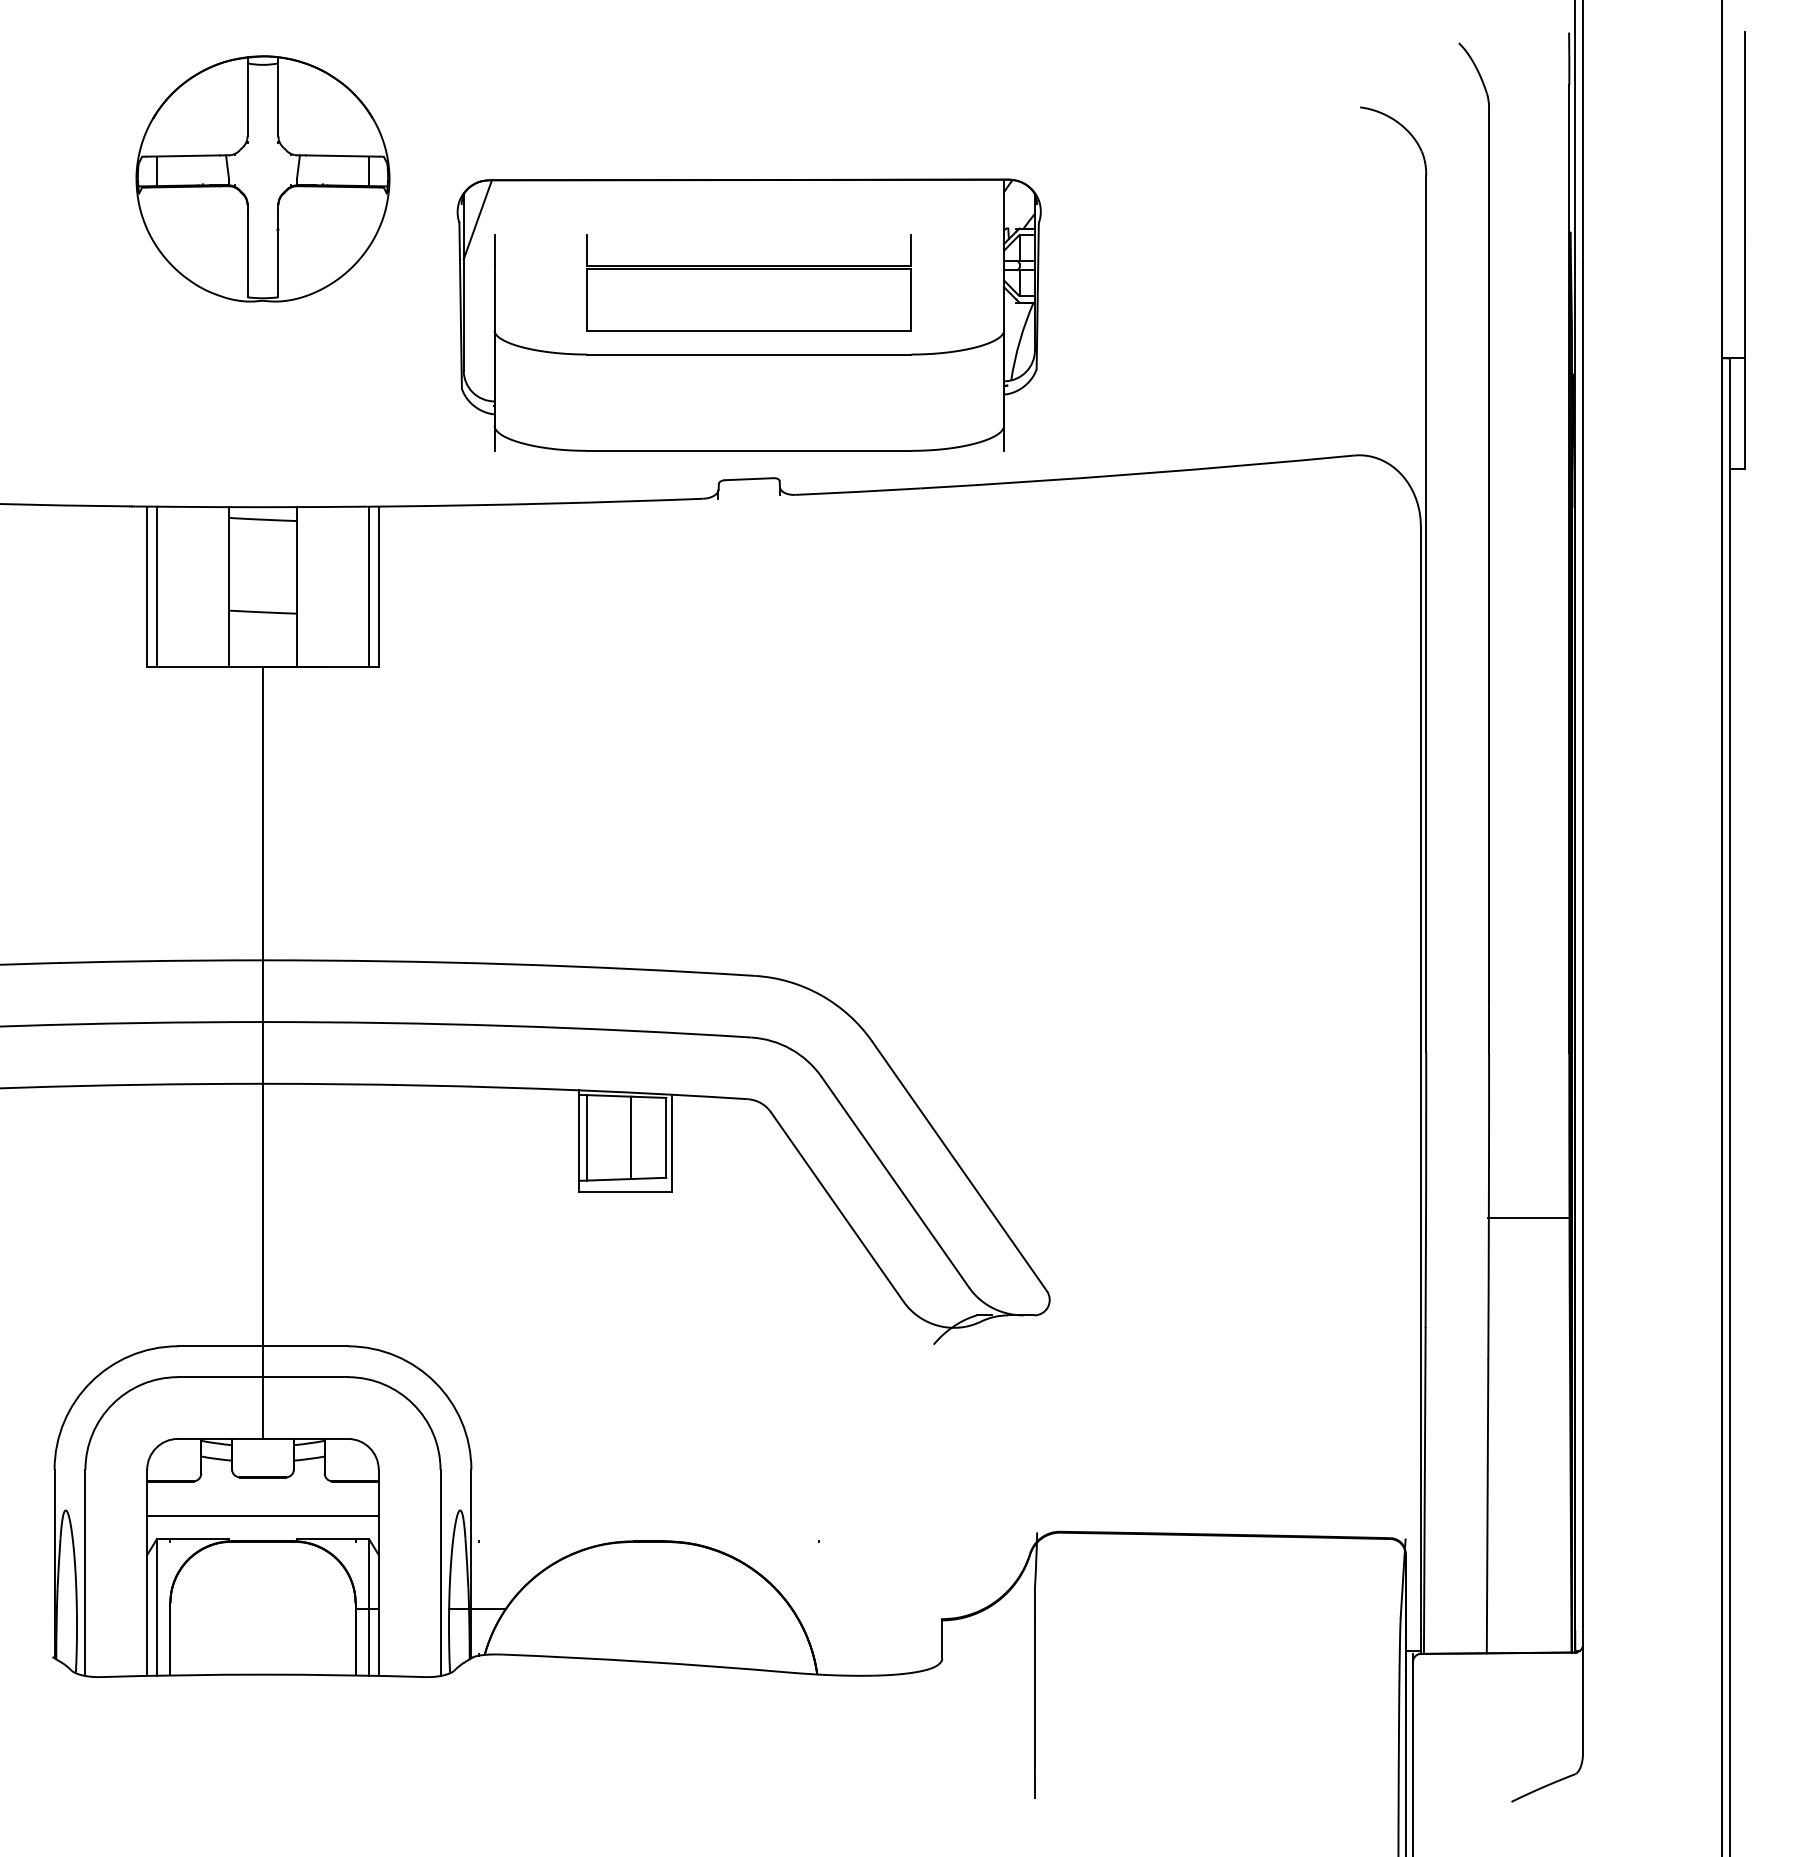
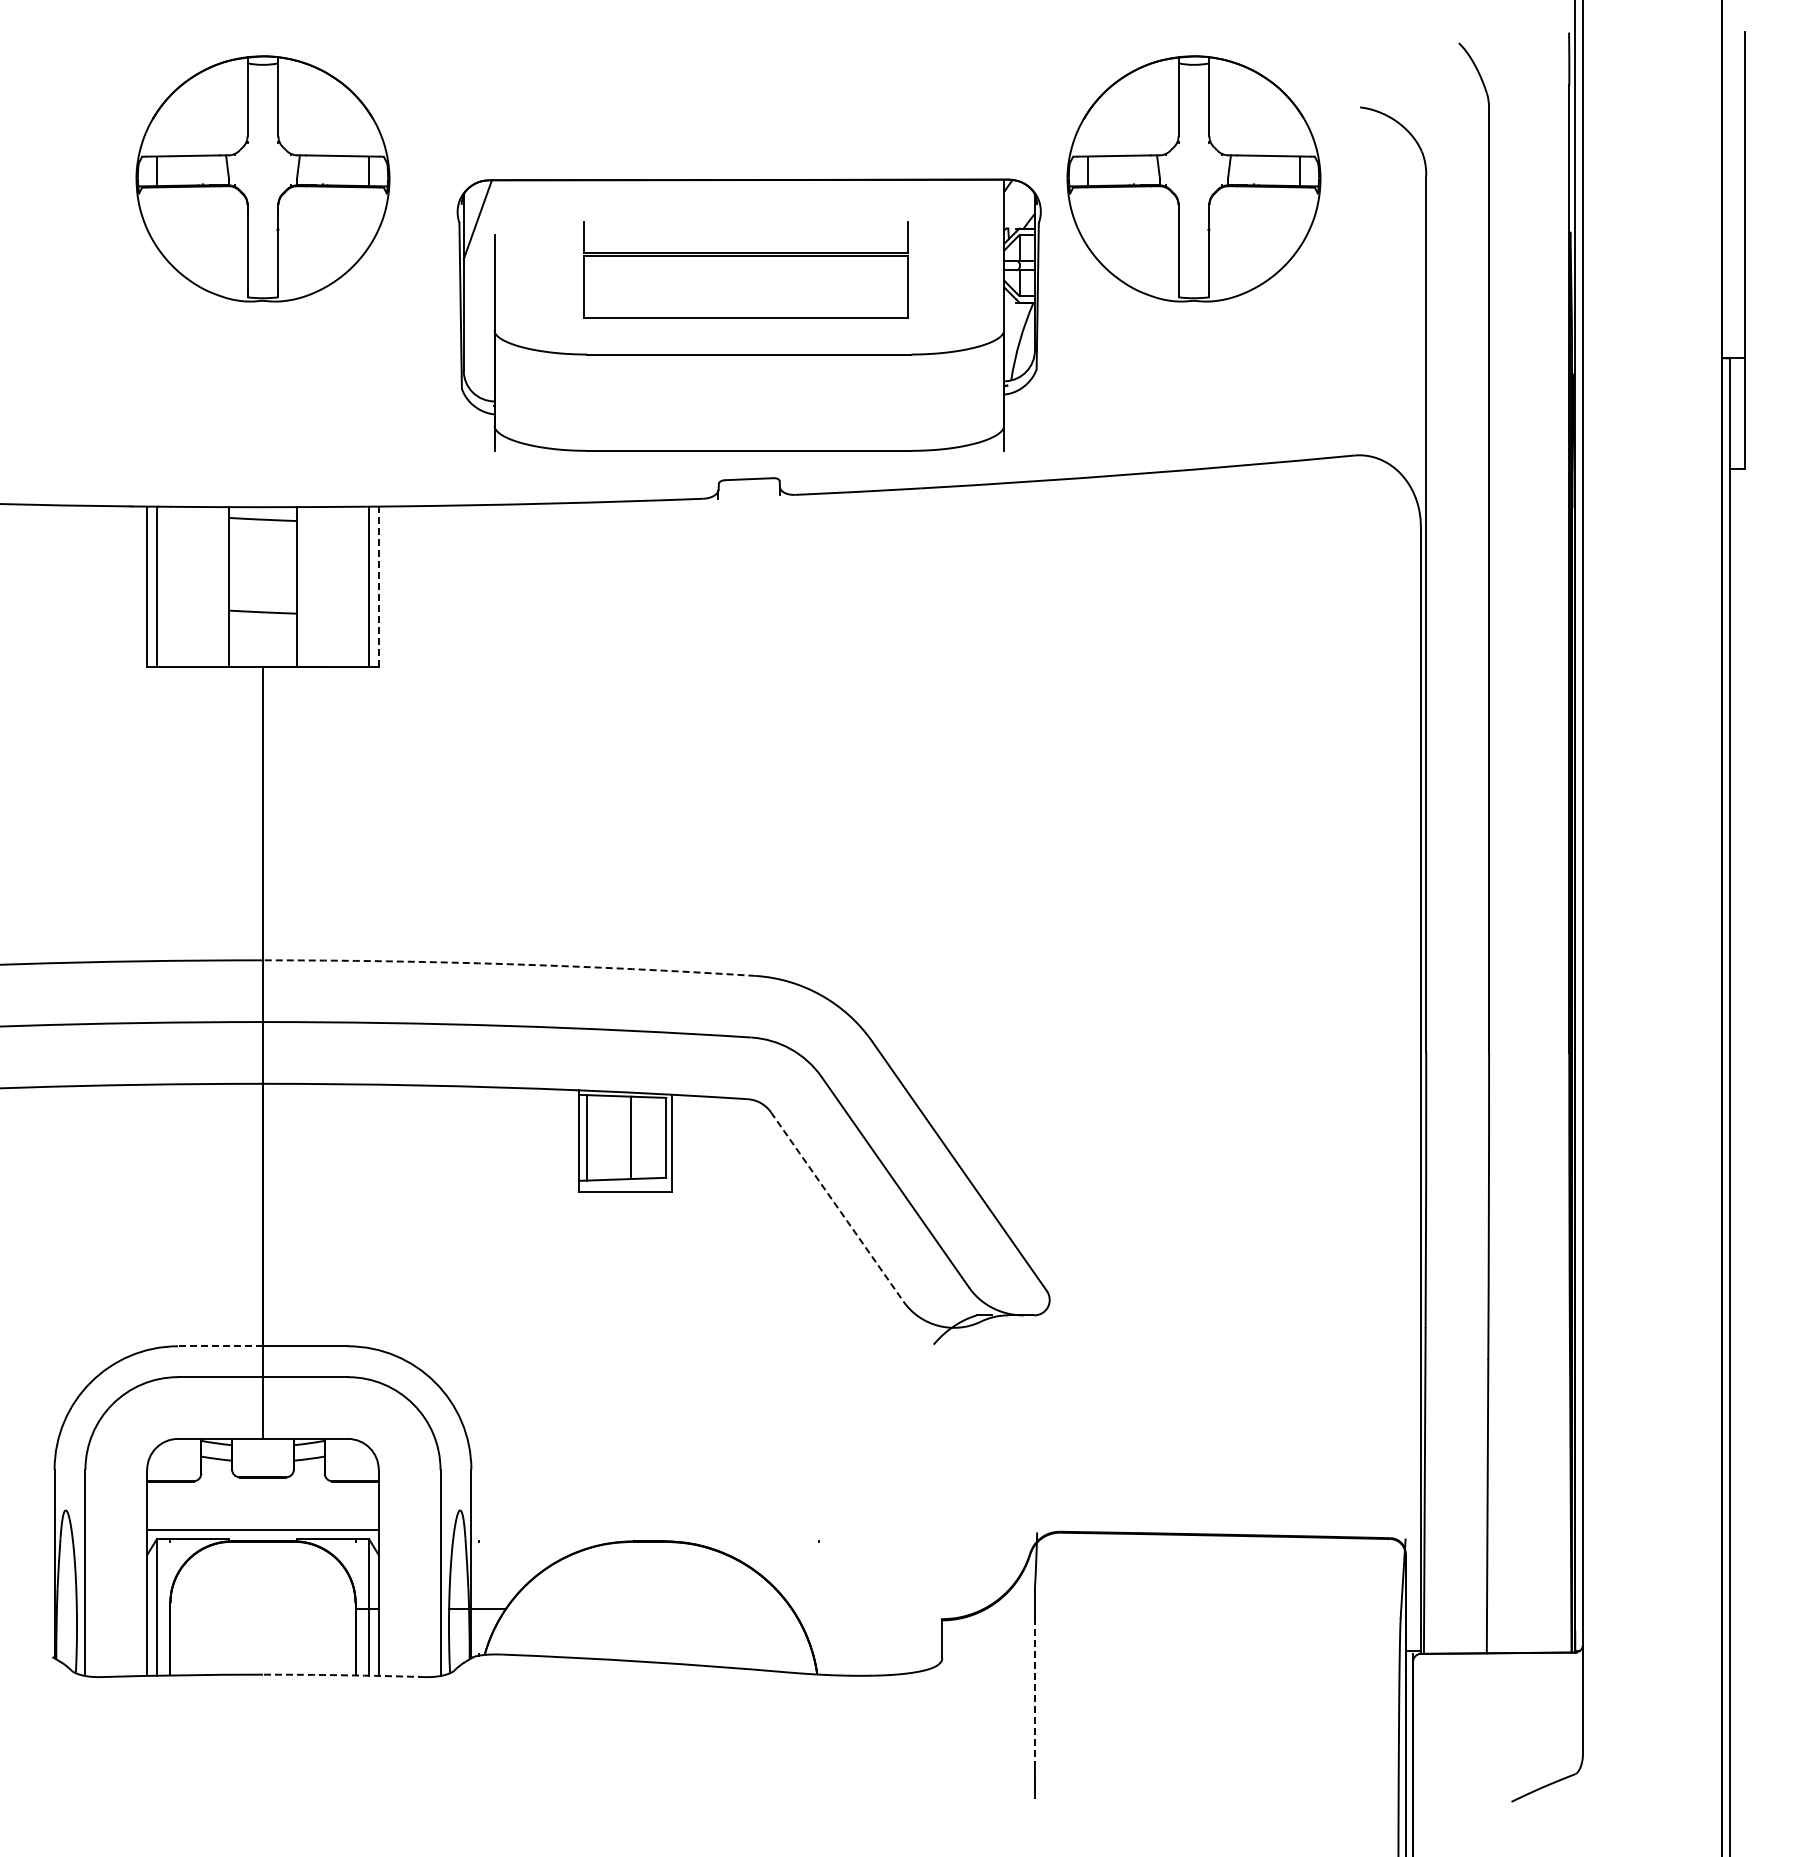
part at (1193, 178): none -> present
part at (748, 282) position: (748, 282) -> (745, 269)
line at (378, 587): solid -> dashed
arc at (509, 964): solid -> dashed
line at (837, 1207): solid -> dashed
line at (1529, 1218): present -> none
line at (220, 1346): solid -> dashed
line at (262, 1516) position: (262, 1516) -> (262, 1530)
arc at (344, 1675): solid -> dashed
line at (1034, 1691): solid -> dashed
